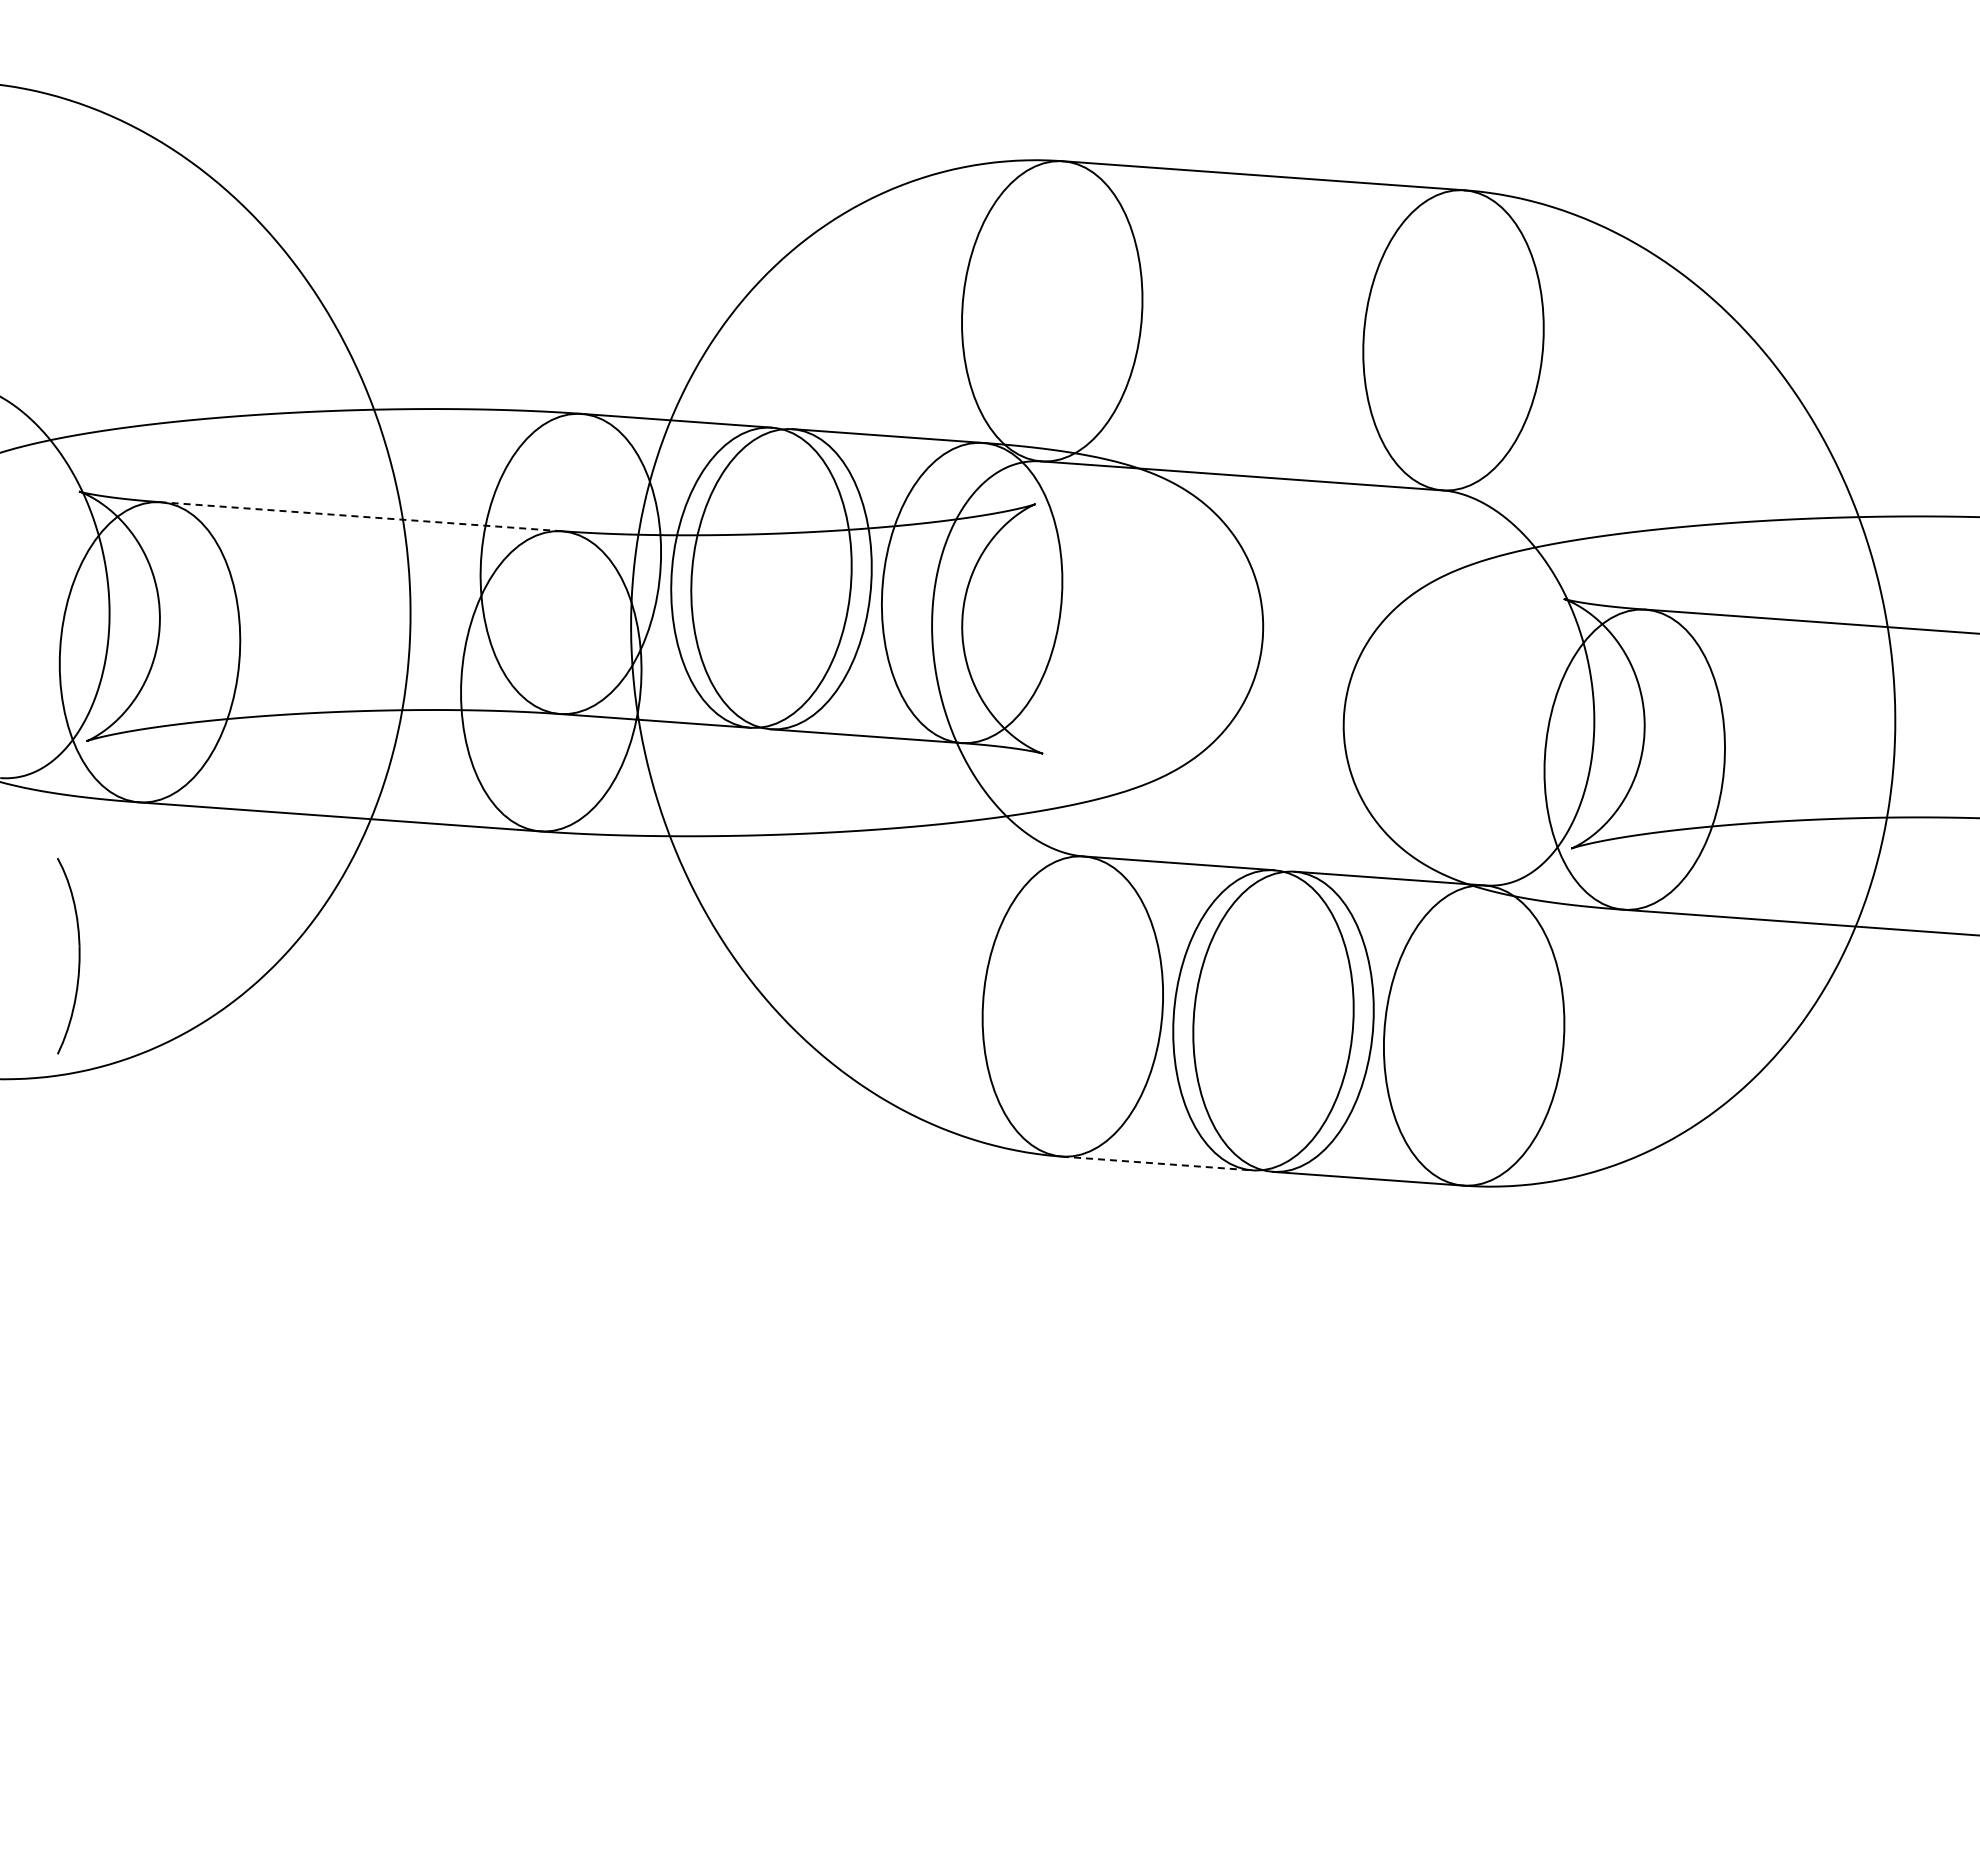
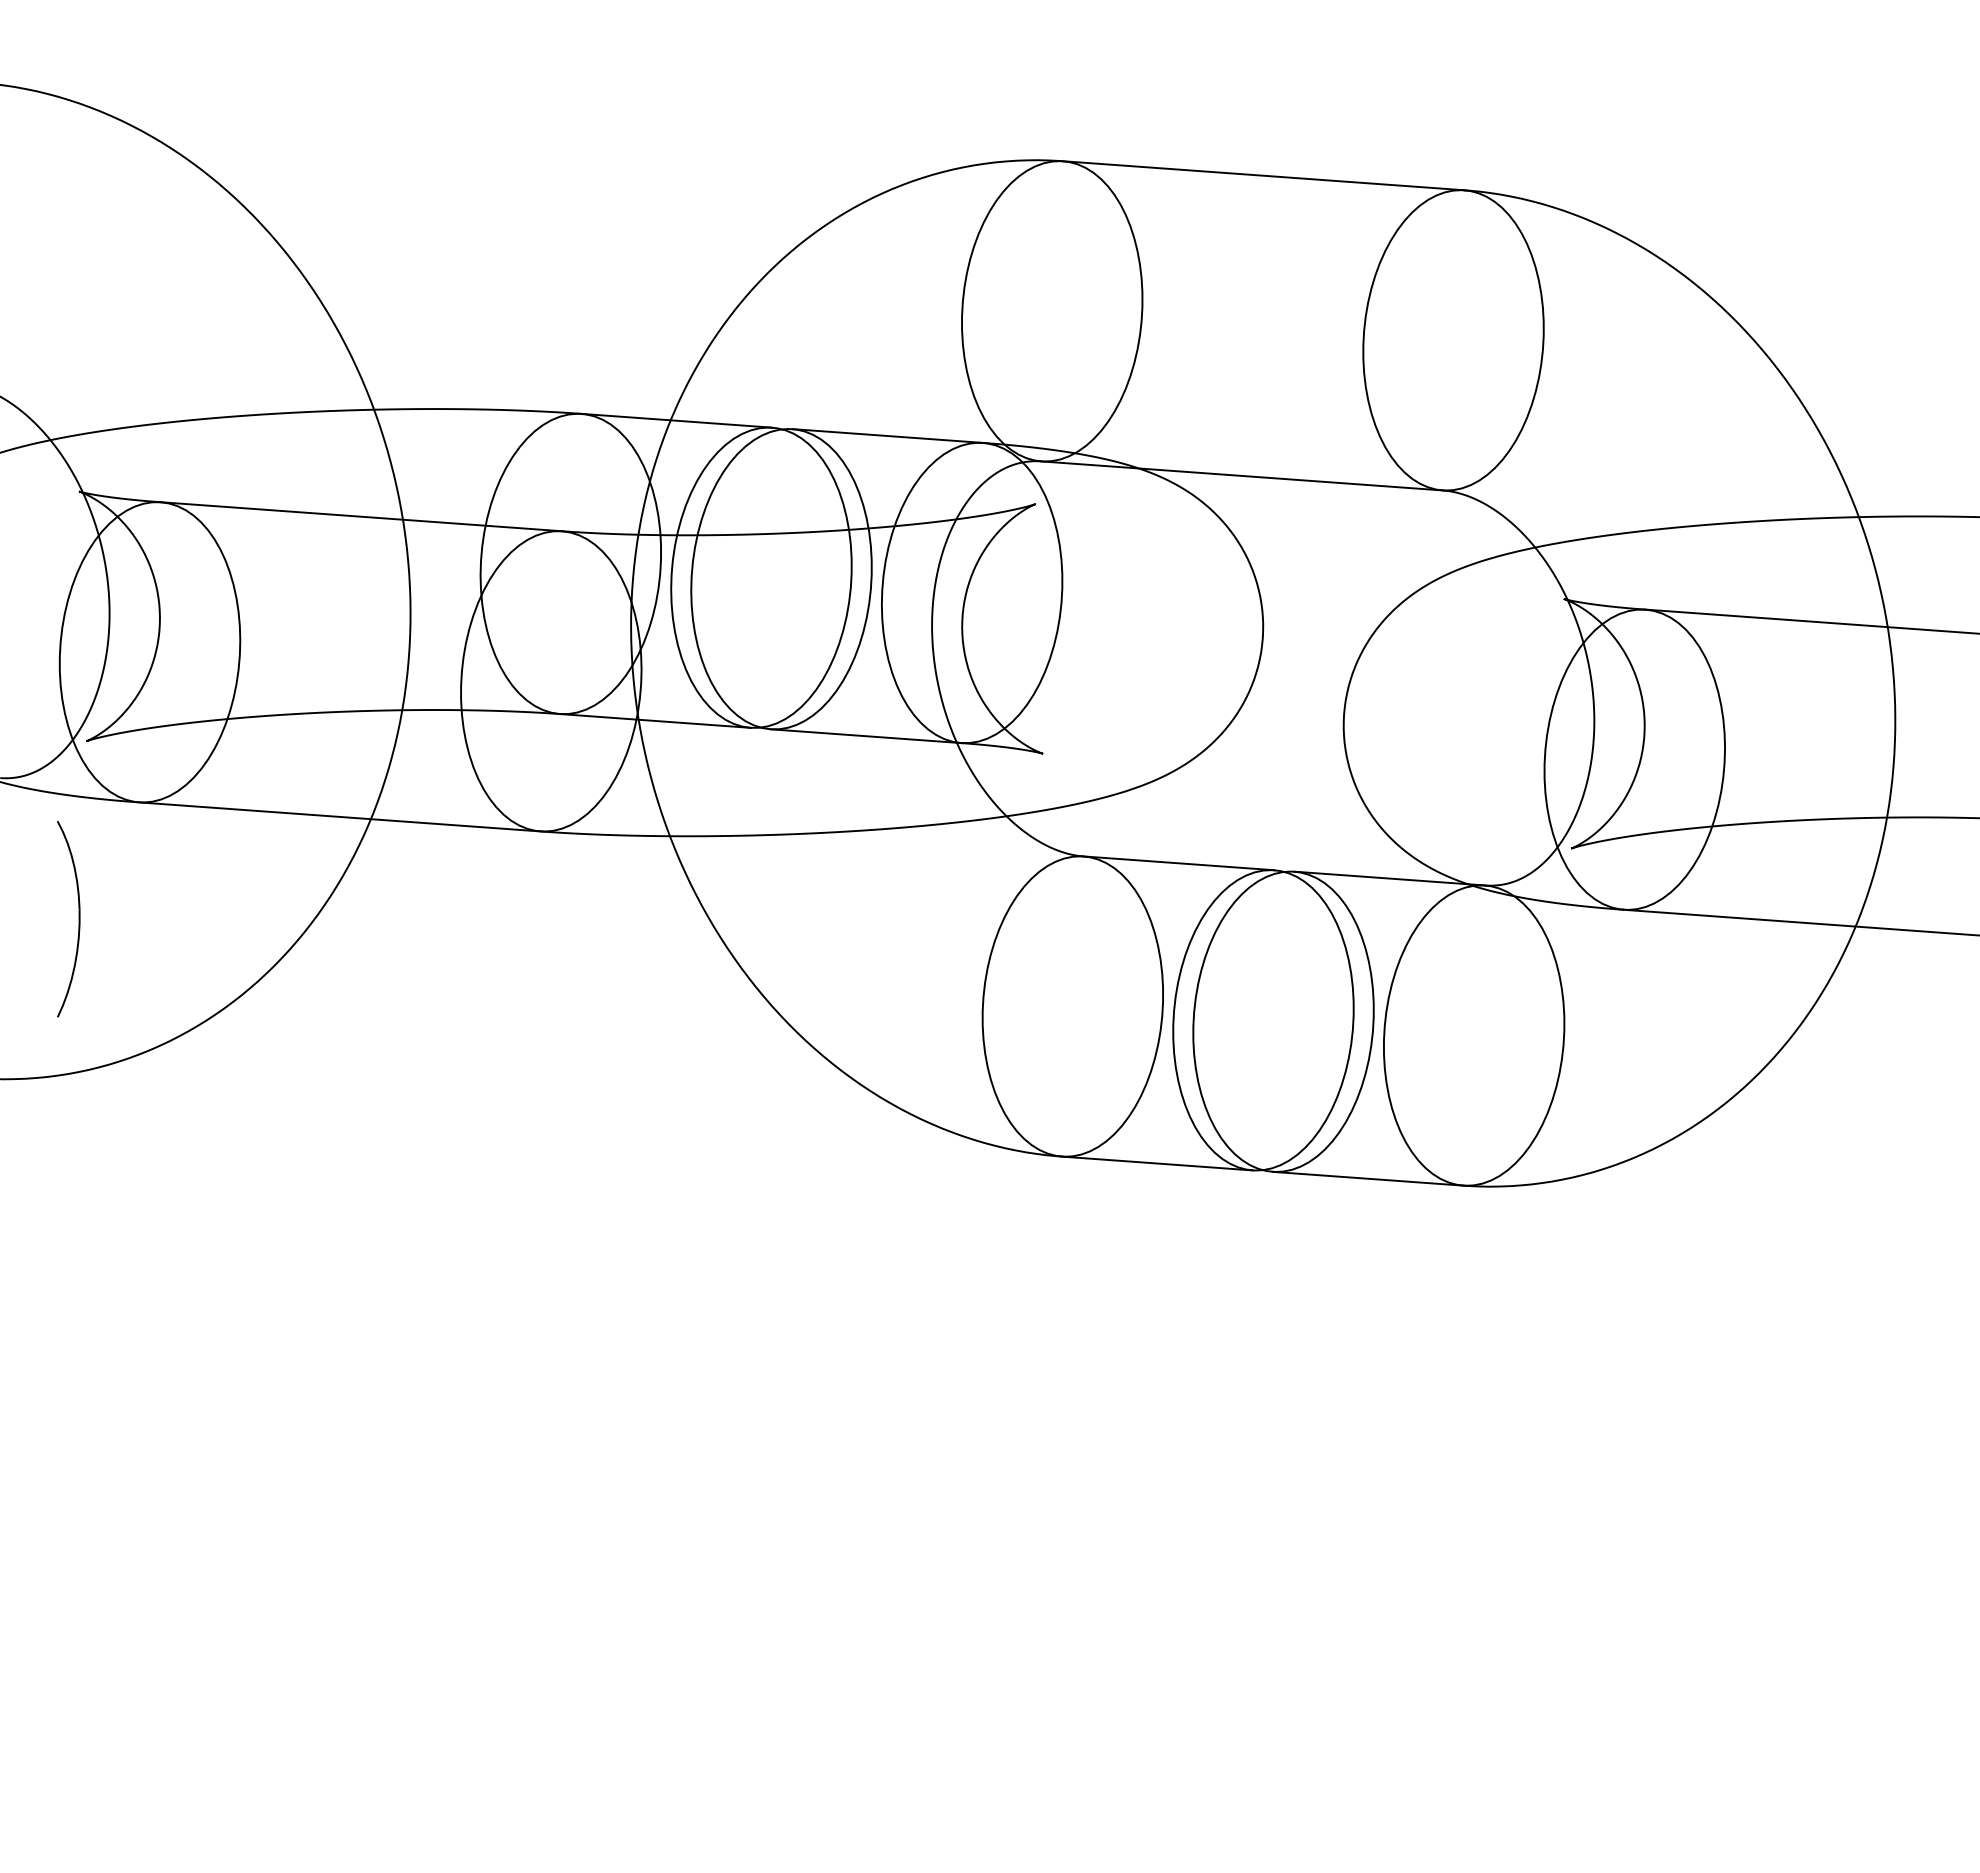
line at (361, 516): dashed -> solid
part at (78, 956) position: (78, 956) -> (78, 919)
line at (1157, 1163): dashed -> solid
